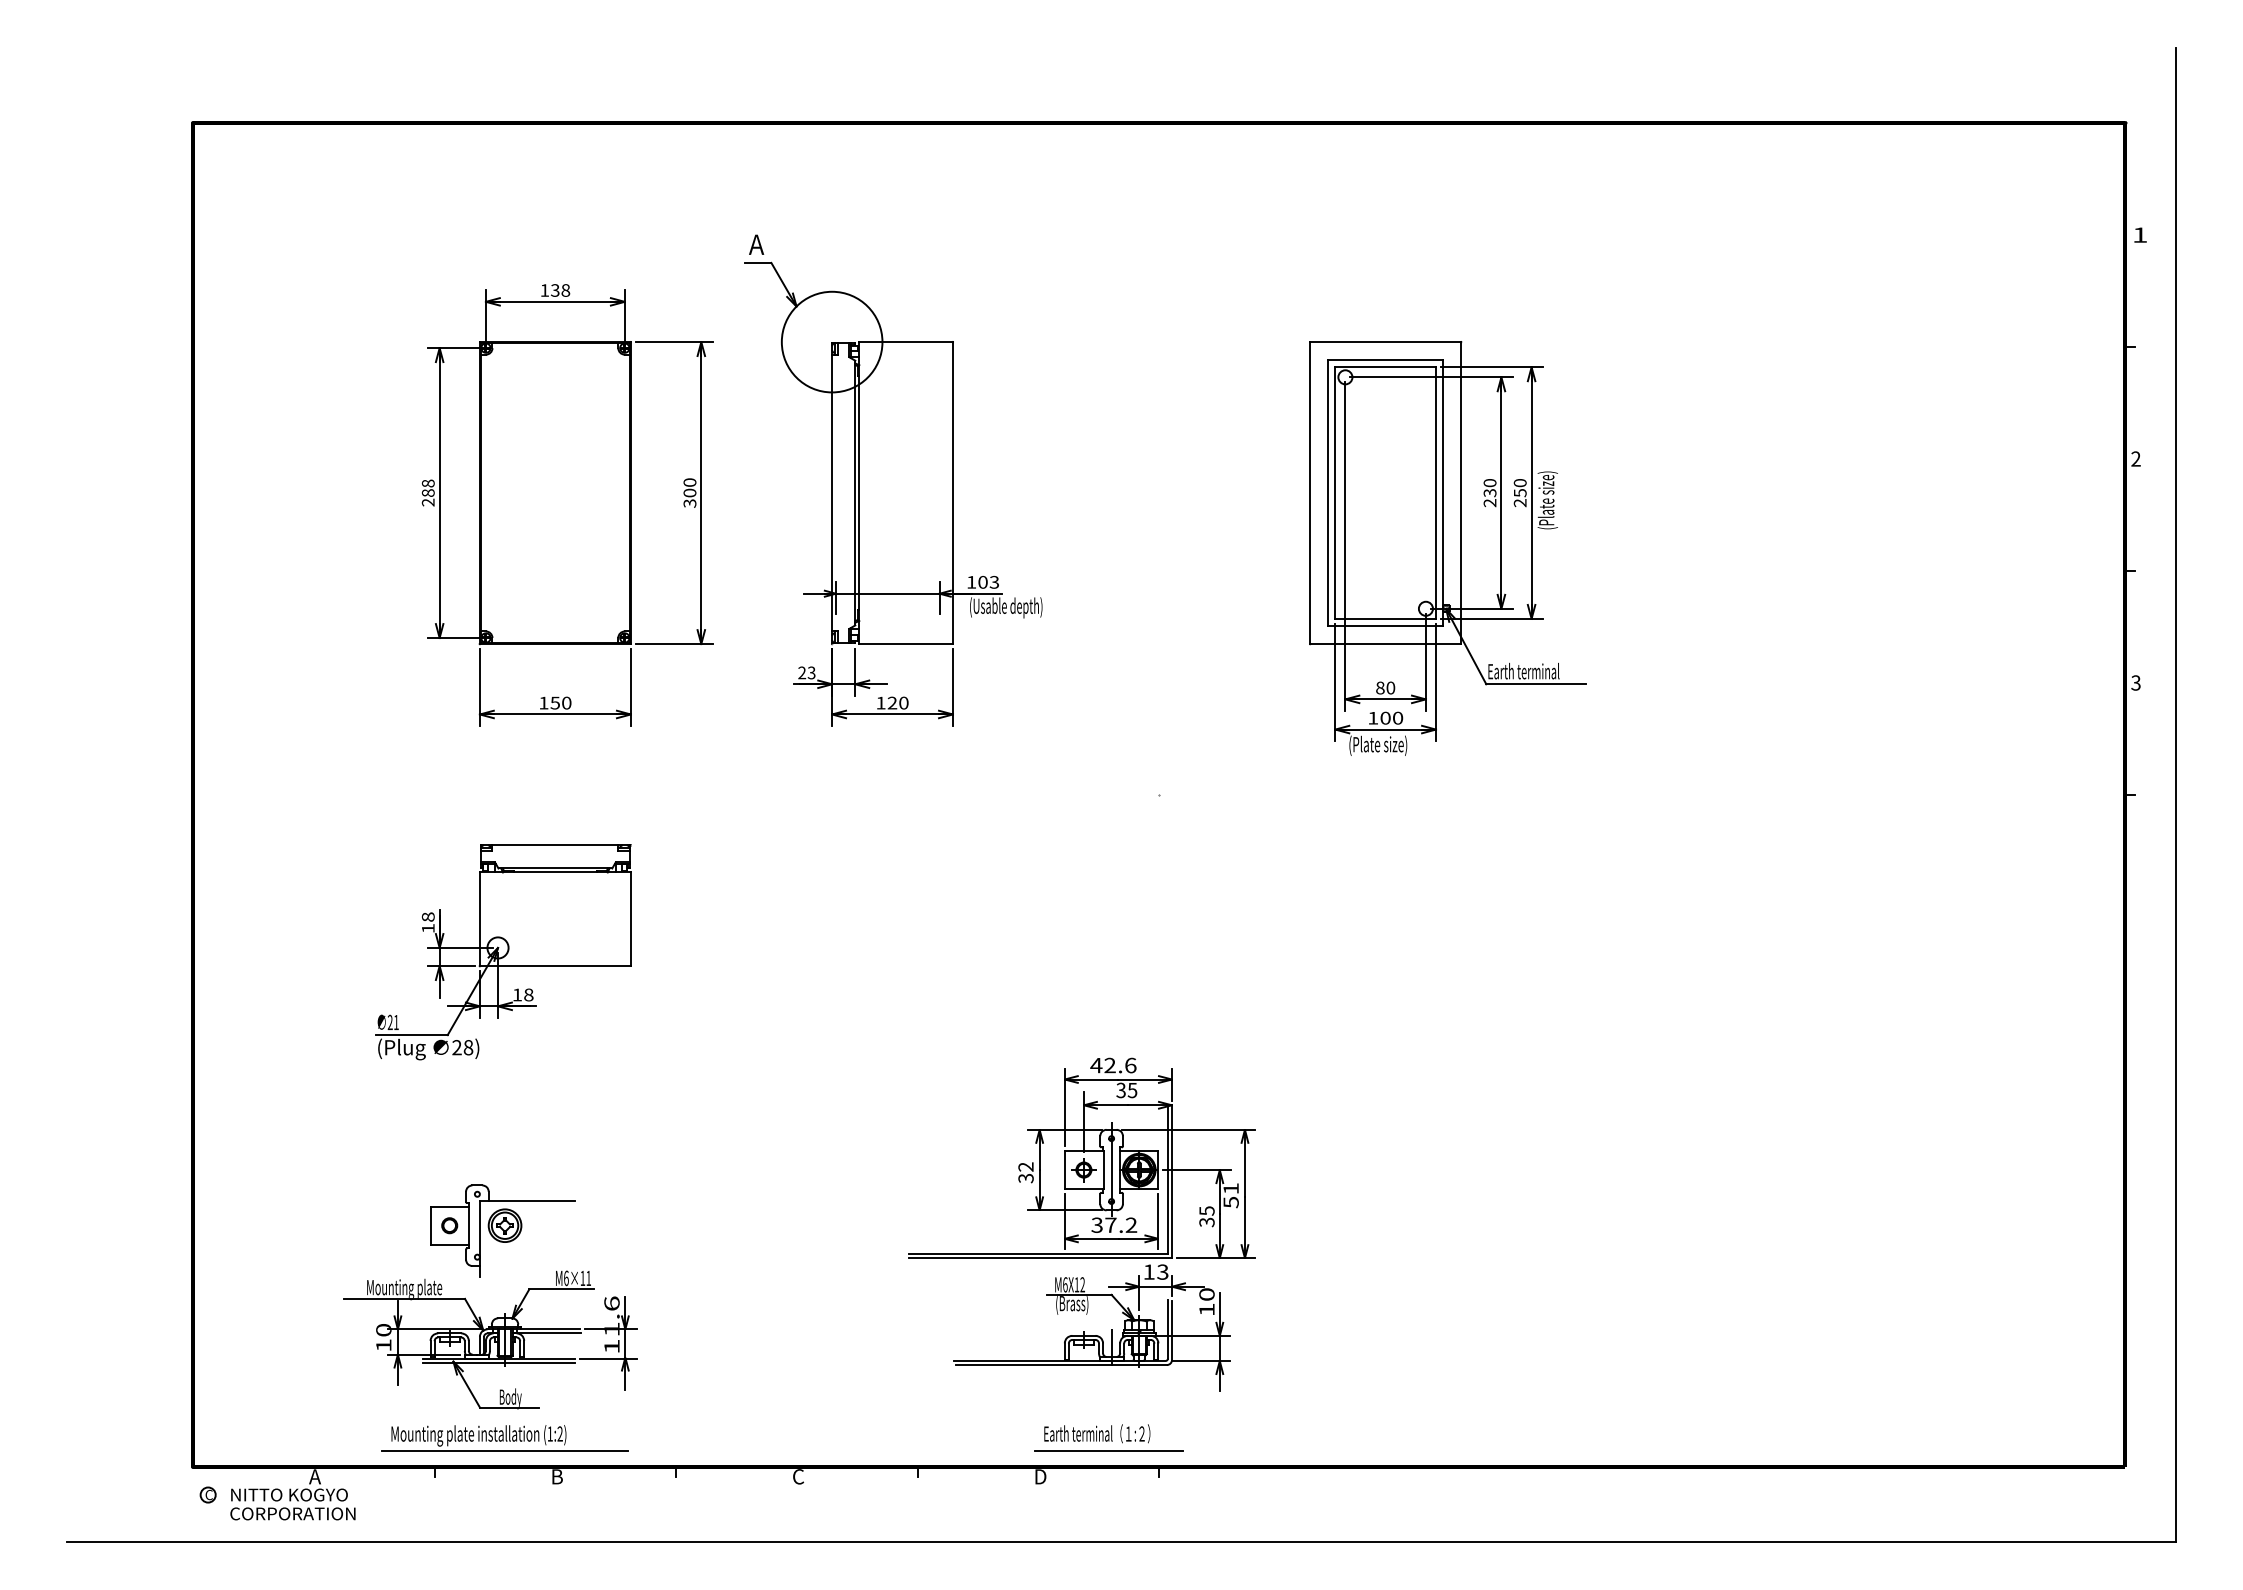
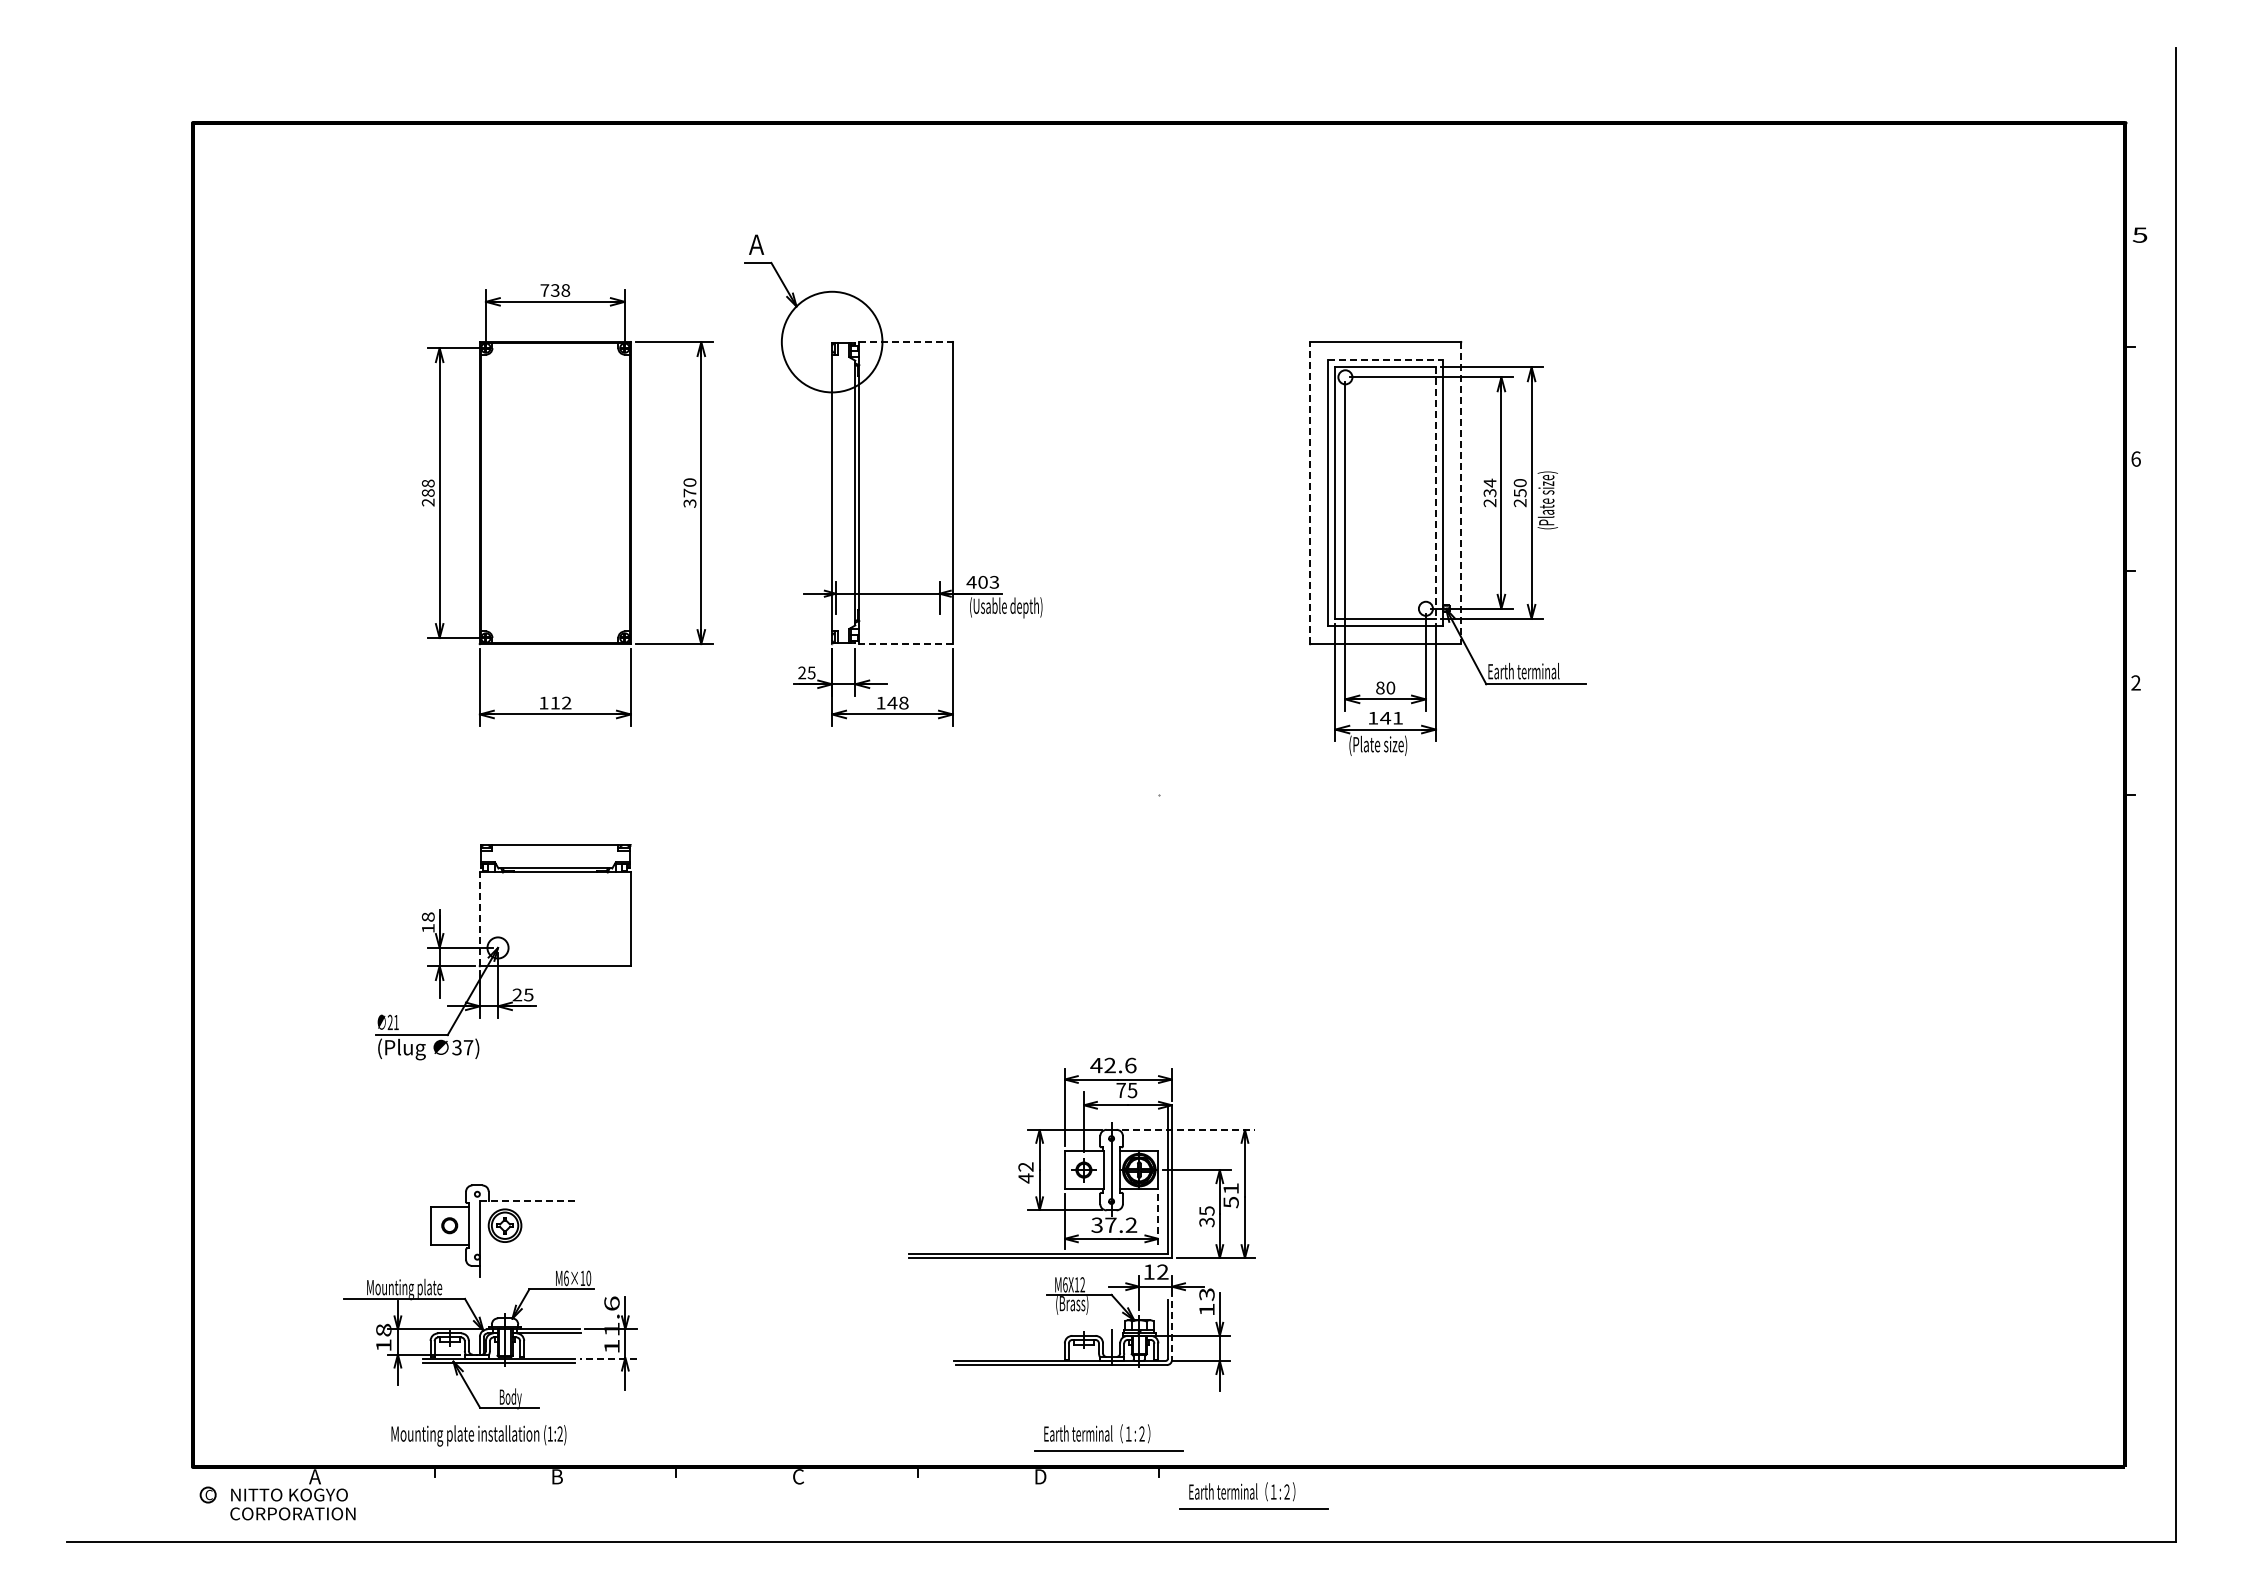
text at (2139, 234): 1 -> 5
text at (544, 290): 138 -> 738
line at (906, 342): solid -> dashed
line at (1386, 360): solid -> dashed
text at (2135, 458): 2 -> 6
text at (1489, 482): 230 -> 234
text at (689, 492): 300 -> 370
line at (1310, 493): solid -> dashed
line at (1436, 493): solid -> dashed
line at (1461, 493): solid -> dashed
text at (971, 582): 103 -> 403
line at (906, 644): solid -> dashed
text at (811, 672): 23 -> 25
text at (2135, 683): 3 -> 2
text at (560, 702): 150 -> 112
text at (897, 702): 120 -> 148
text at (1391, 717): 100 -> 141
line at (479, 919): solid -> dashed
text at (522, 994): 18 -> 25
text at (462, 1047): 28) -> 37)
text at (1120, 1090): 35 -> 75
line at (1188, 1129): solid -> dashed
text at (1025, 1178): 32 -> 42
line at (527, 1200): solid -> dashed
line at (1158, 1221): solid -> dashed
text at (1162, 1272): 13 -> 12
text at (588, 1278): M6×11 -> M6×10
text at (1206, 1294): 10 -> 13
text at (383, 1329): 10 -> 18
line at (1172, 1331): solid -> dashed
line at (608, 1358): solid -> dashed
line at (504, 1451): present -> none
part at (1253, 1495): none -> present
